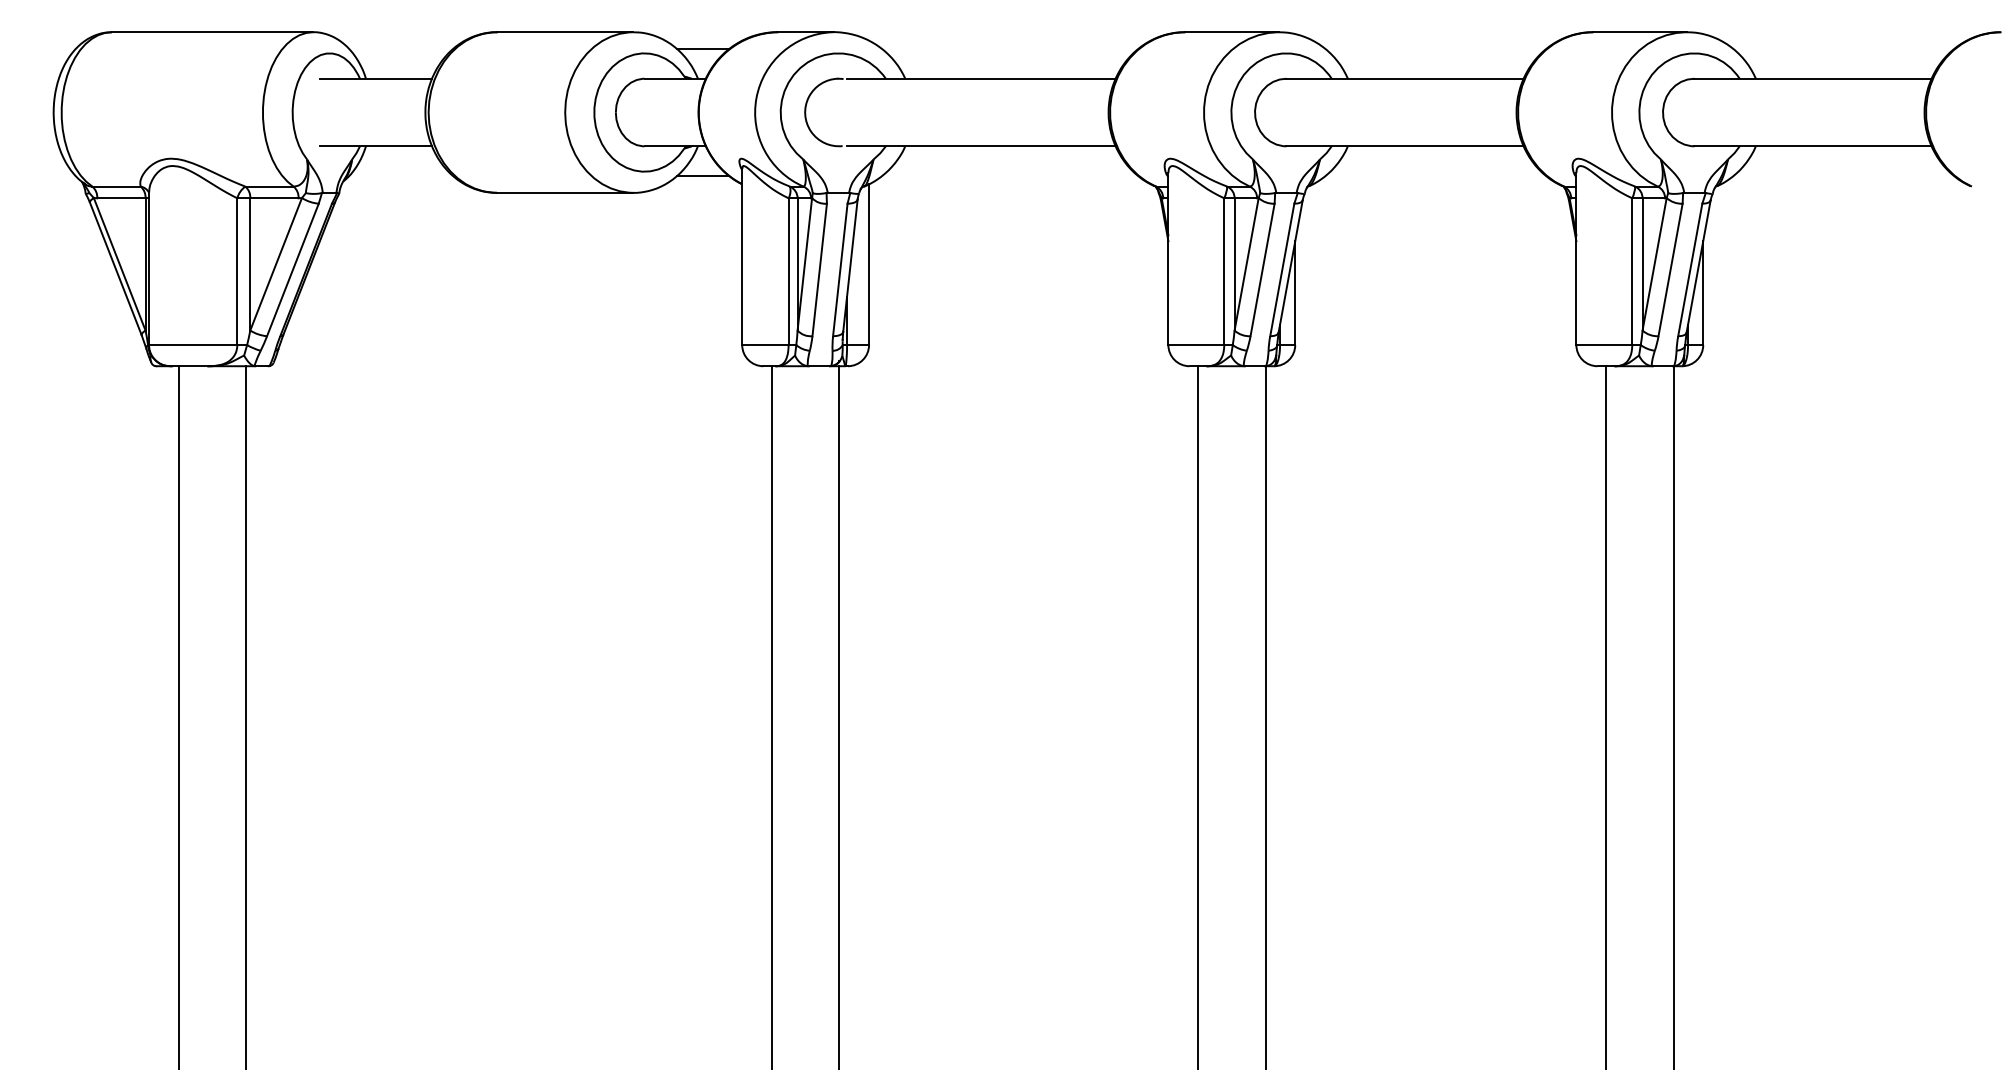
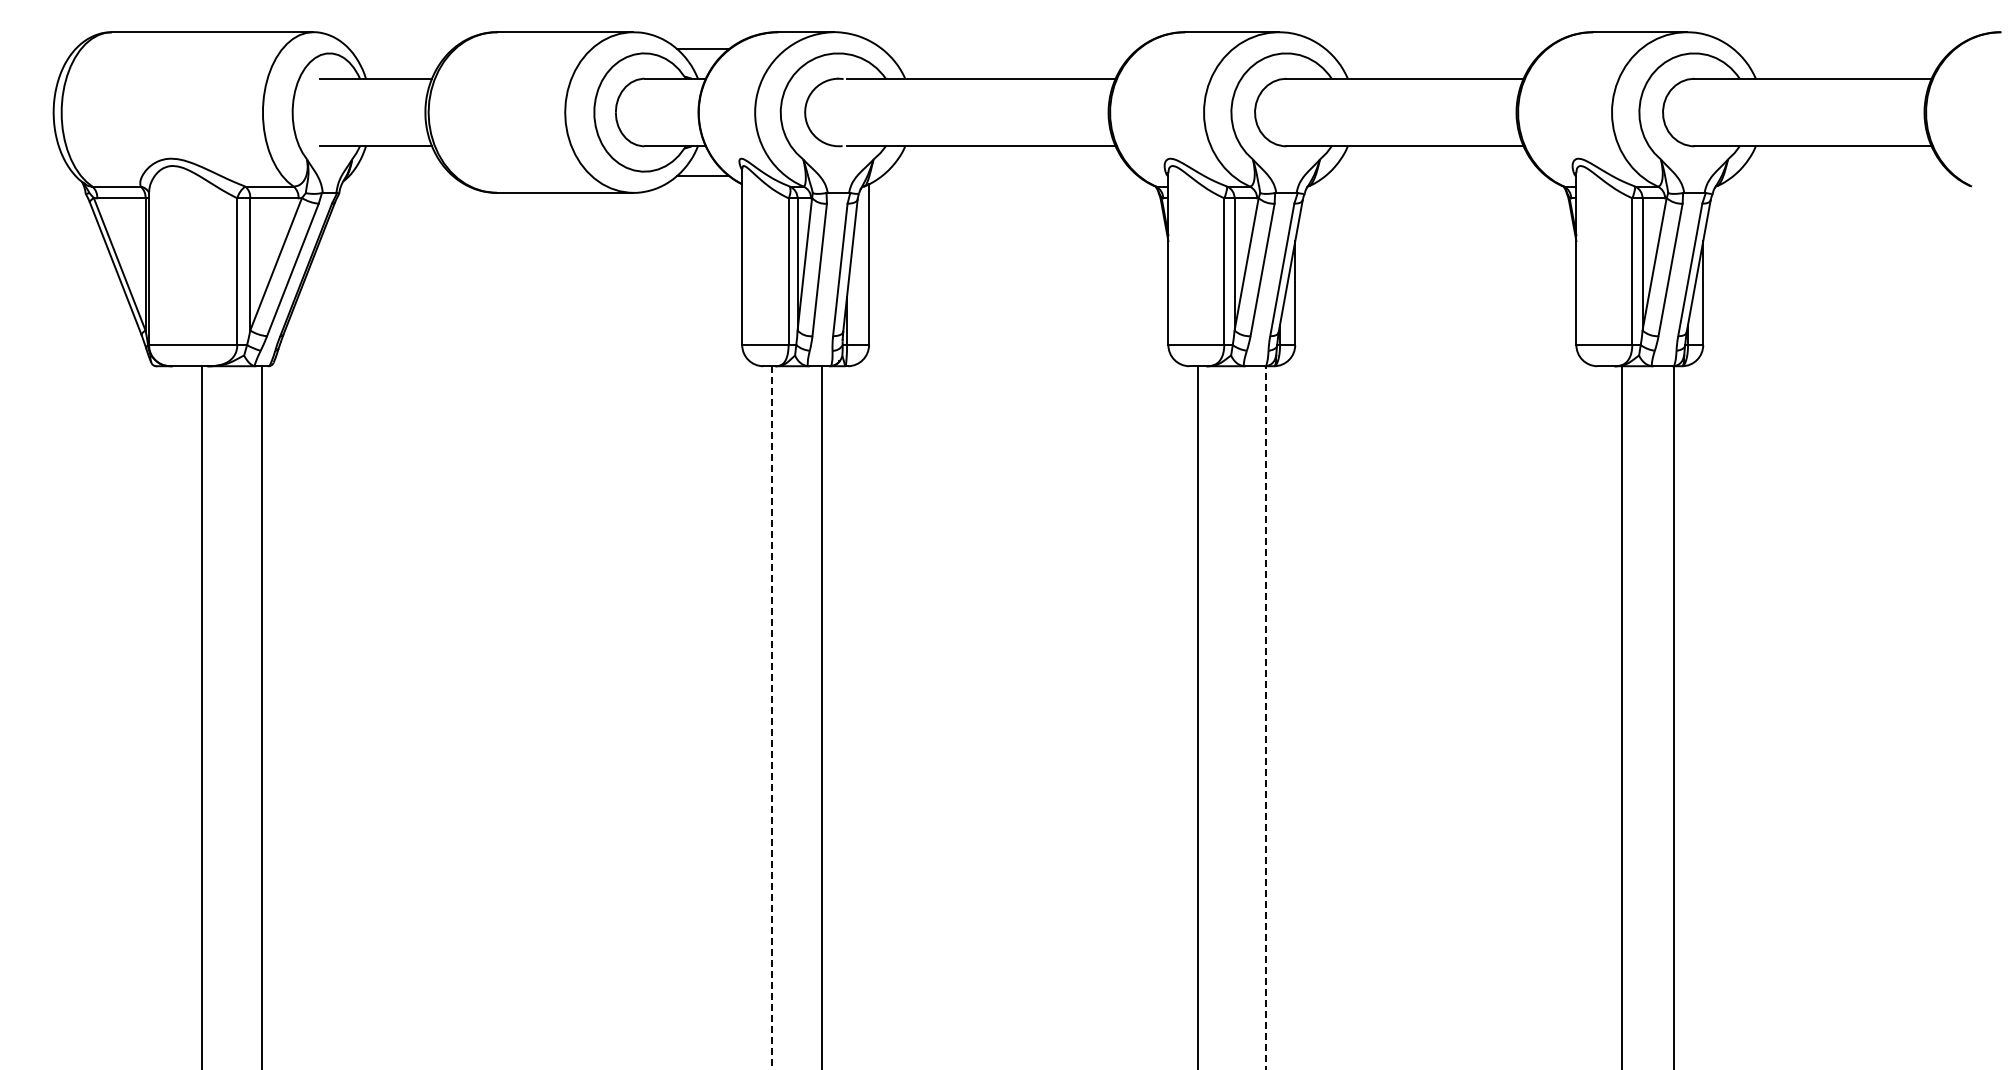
line at (178, 716) position: (178, 716) -> (201, 716)
line at (246, 716) position: (246, 716) -> (262, 716)
line at (839, 716) position: (839, 716) -> (822, 716)
line at (1605, 716) position: (1605, 716) -> (1621, 716)
line at (771, 718): solid -> dashed
line at (1265, 718): solid -> dashed
